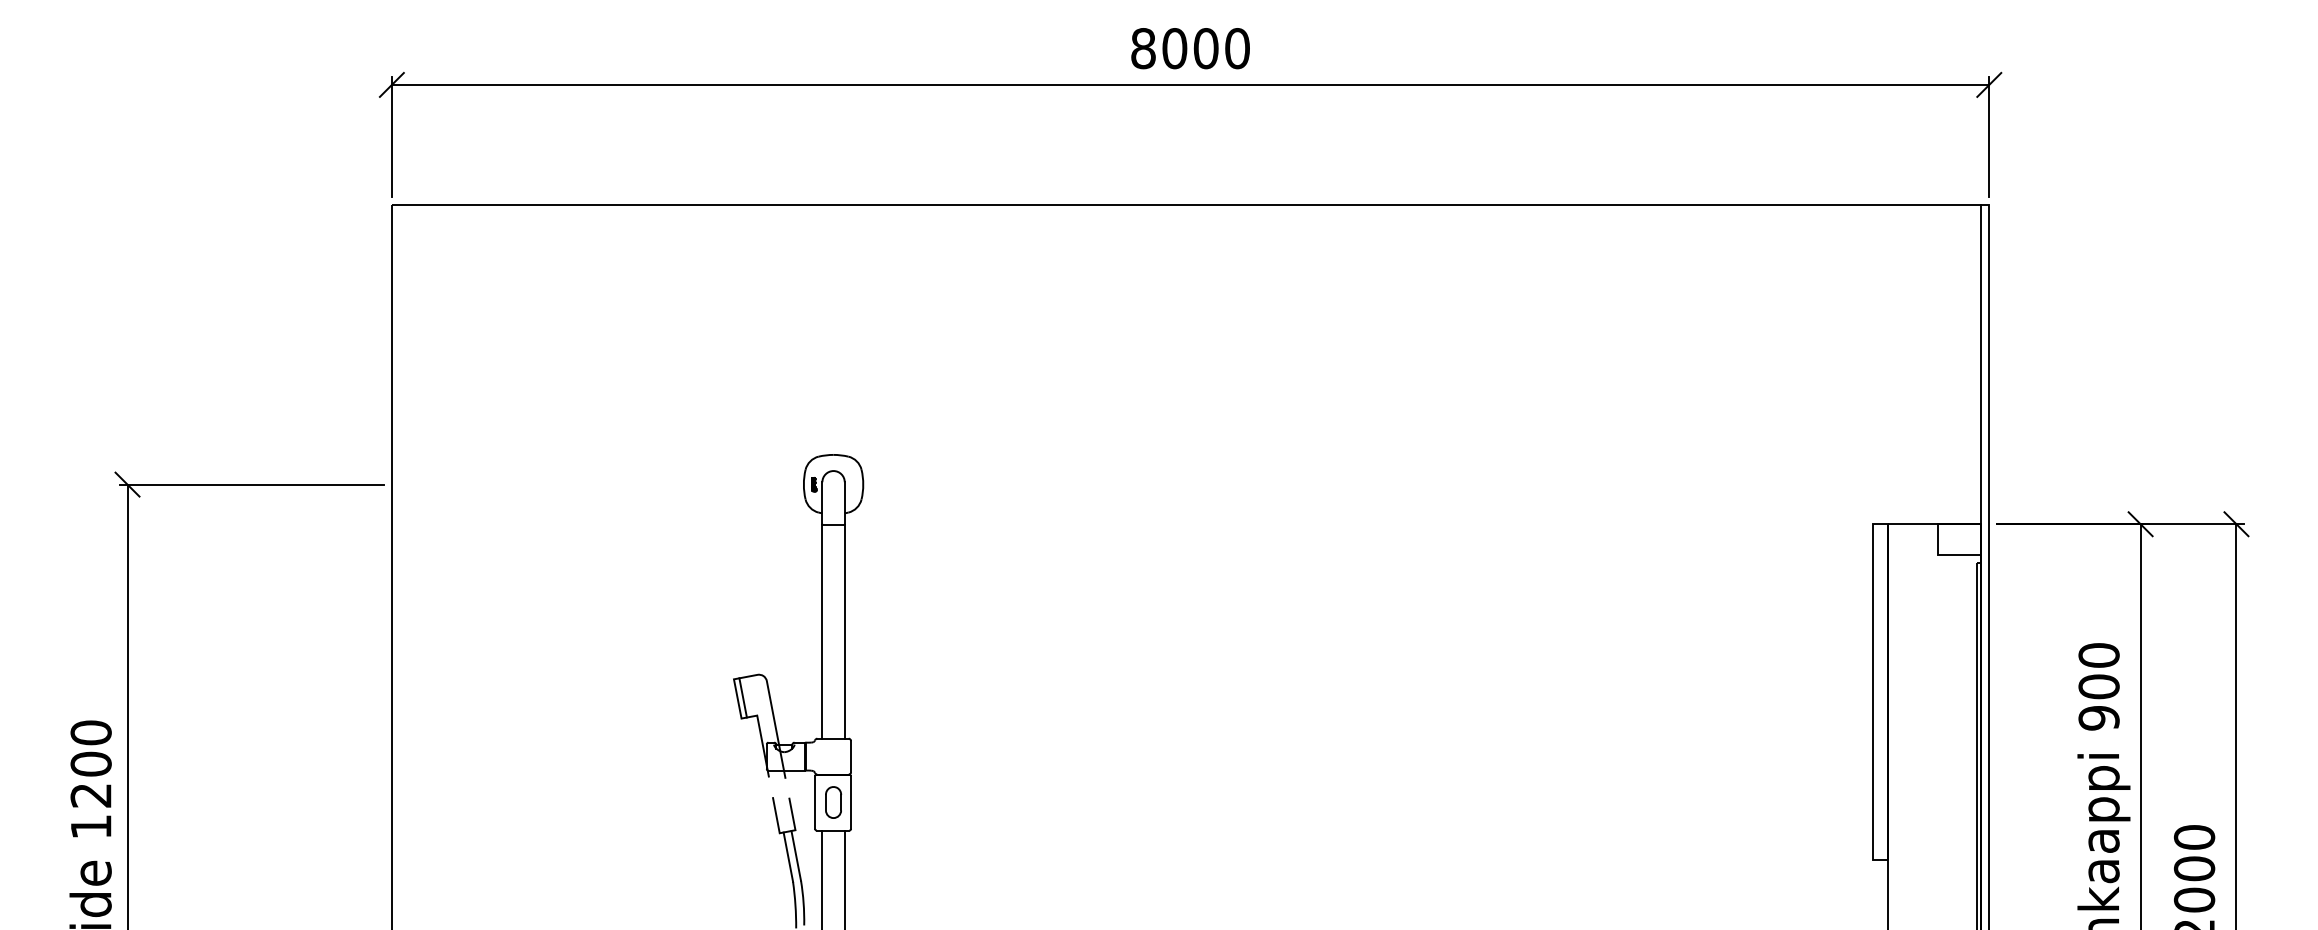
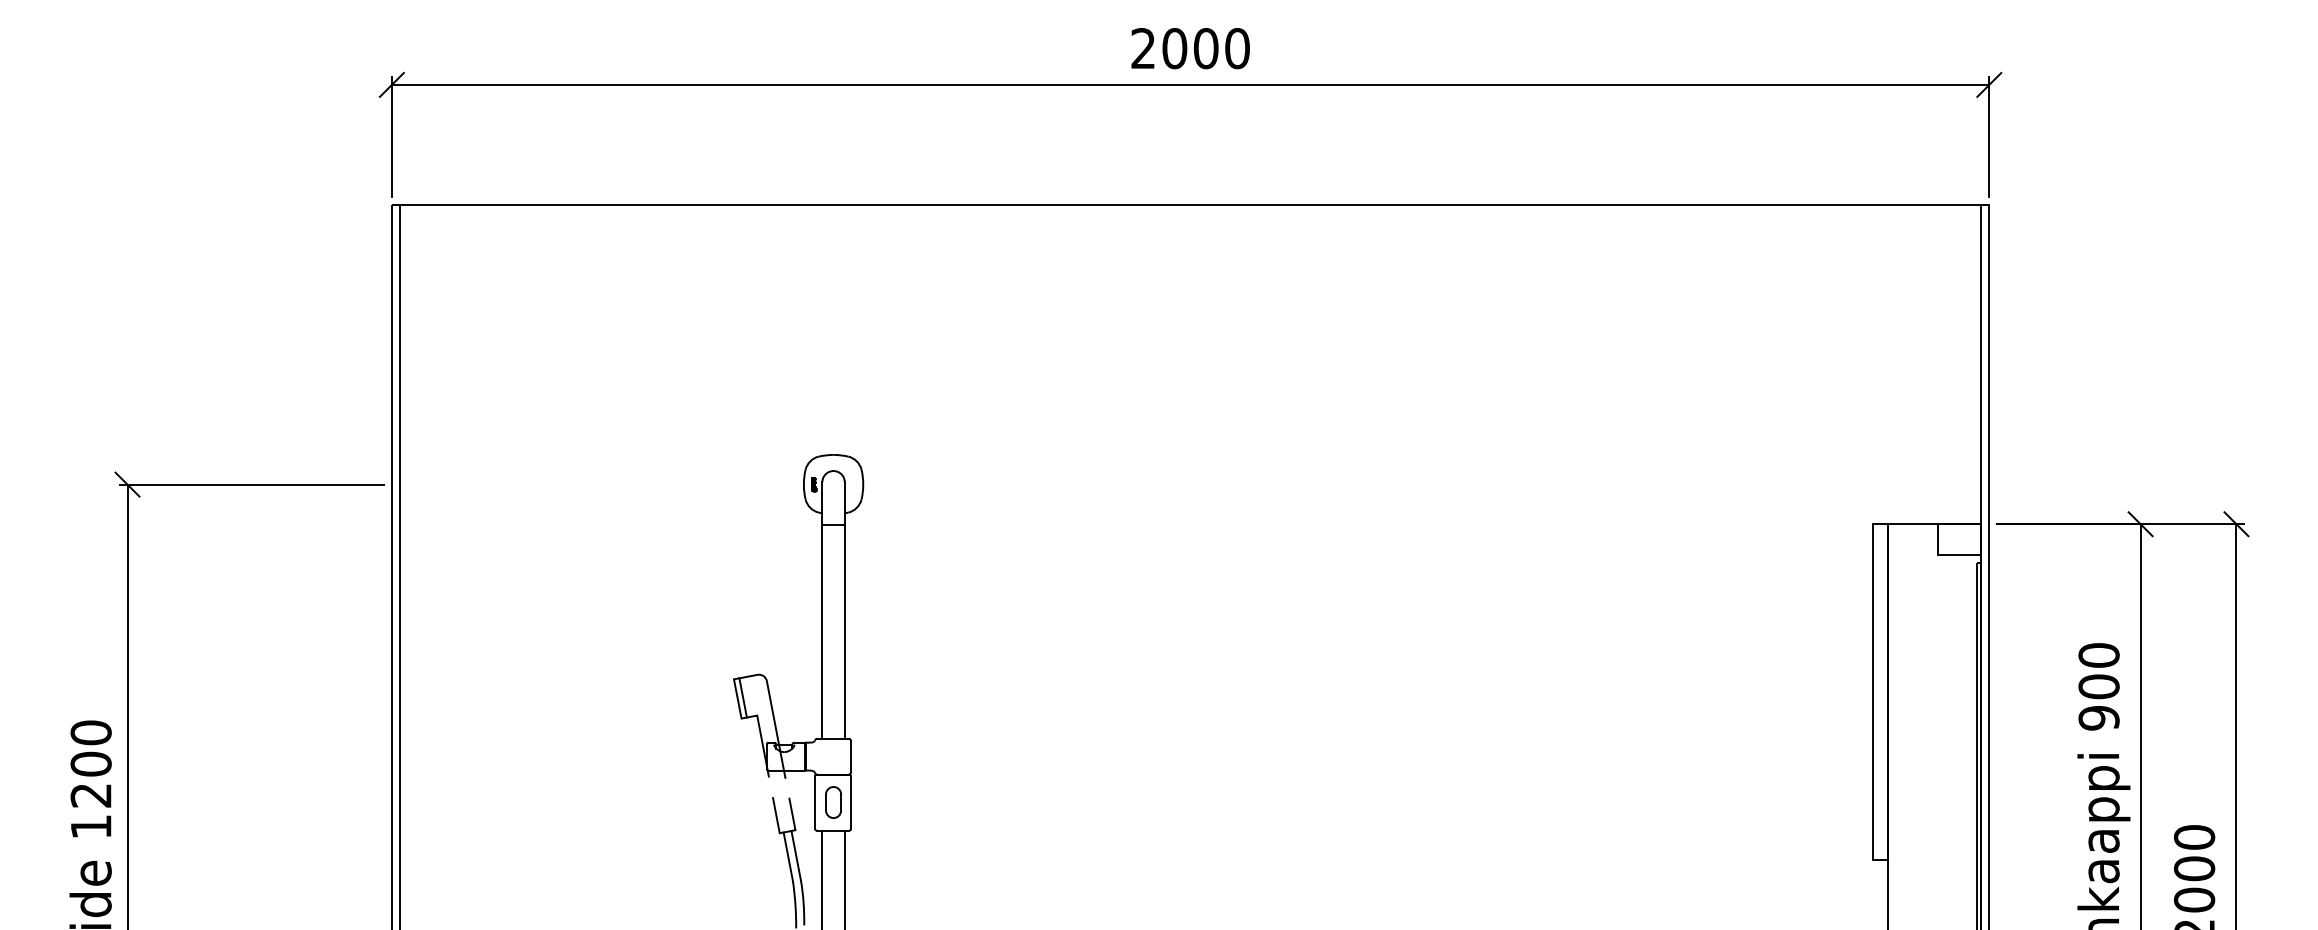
text at (1143, 48): 8000 -> 2000
line at (399, 565): none -> present
